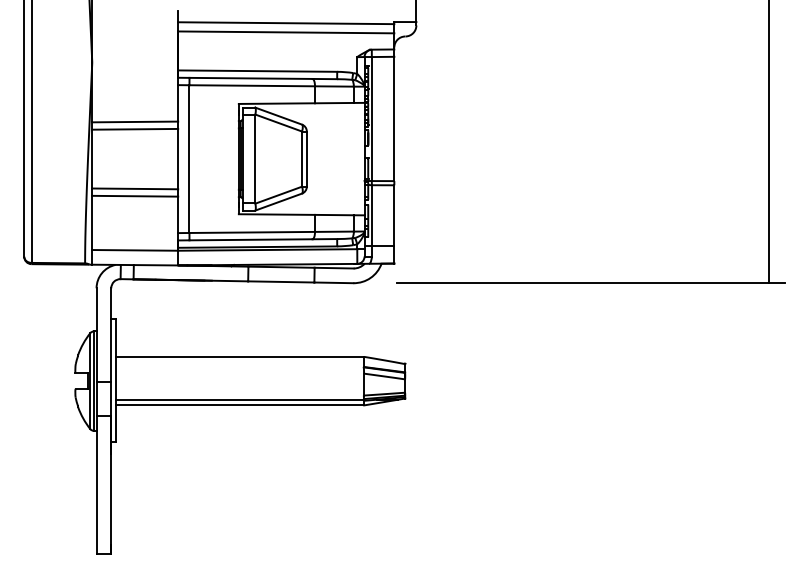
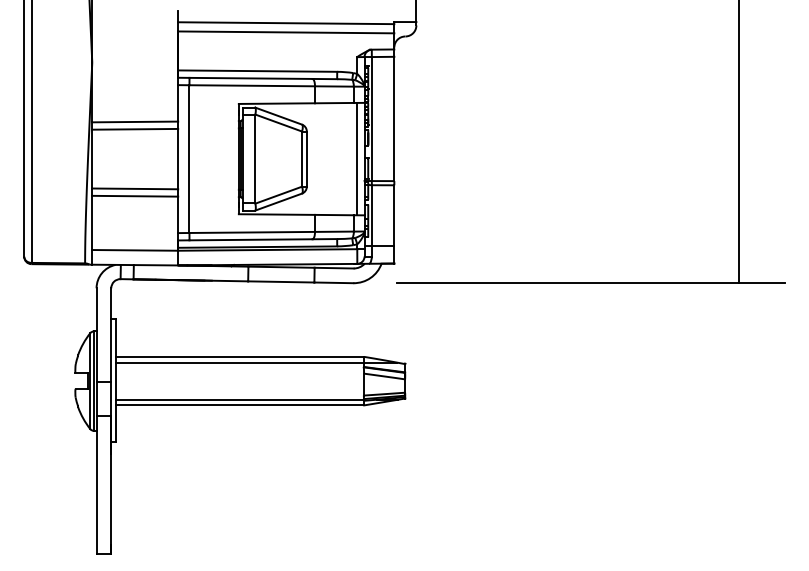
line at (768, 142) position: (768, 142) -> (738, 142)
line at (357, 158): none -> present
line at (256, 362): none -> present
